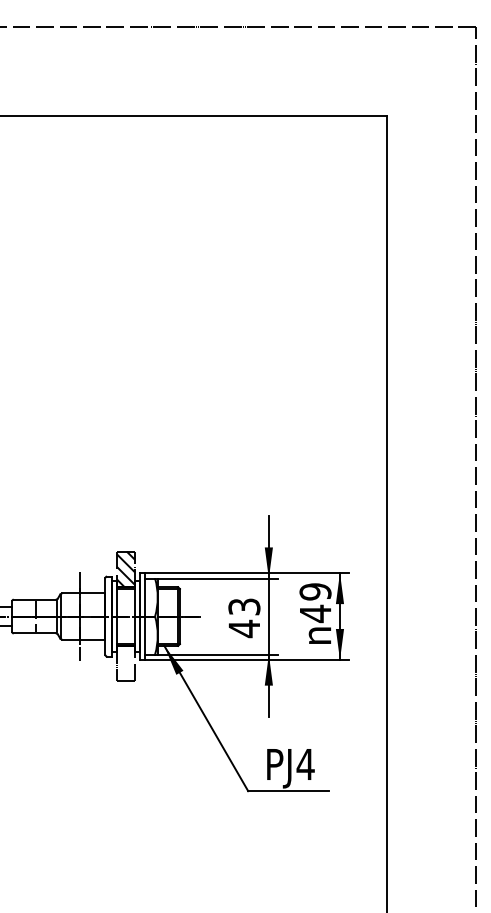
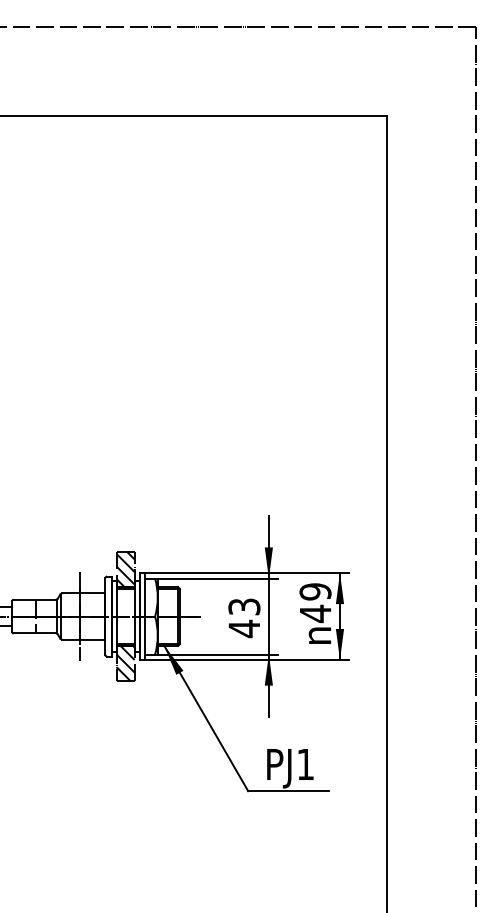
hatch at (125, 663): none -> present
text at (305, 764): PJ4 -> PJ1
